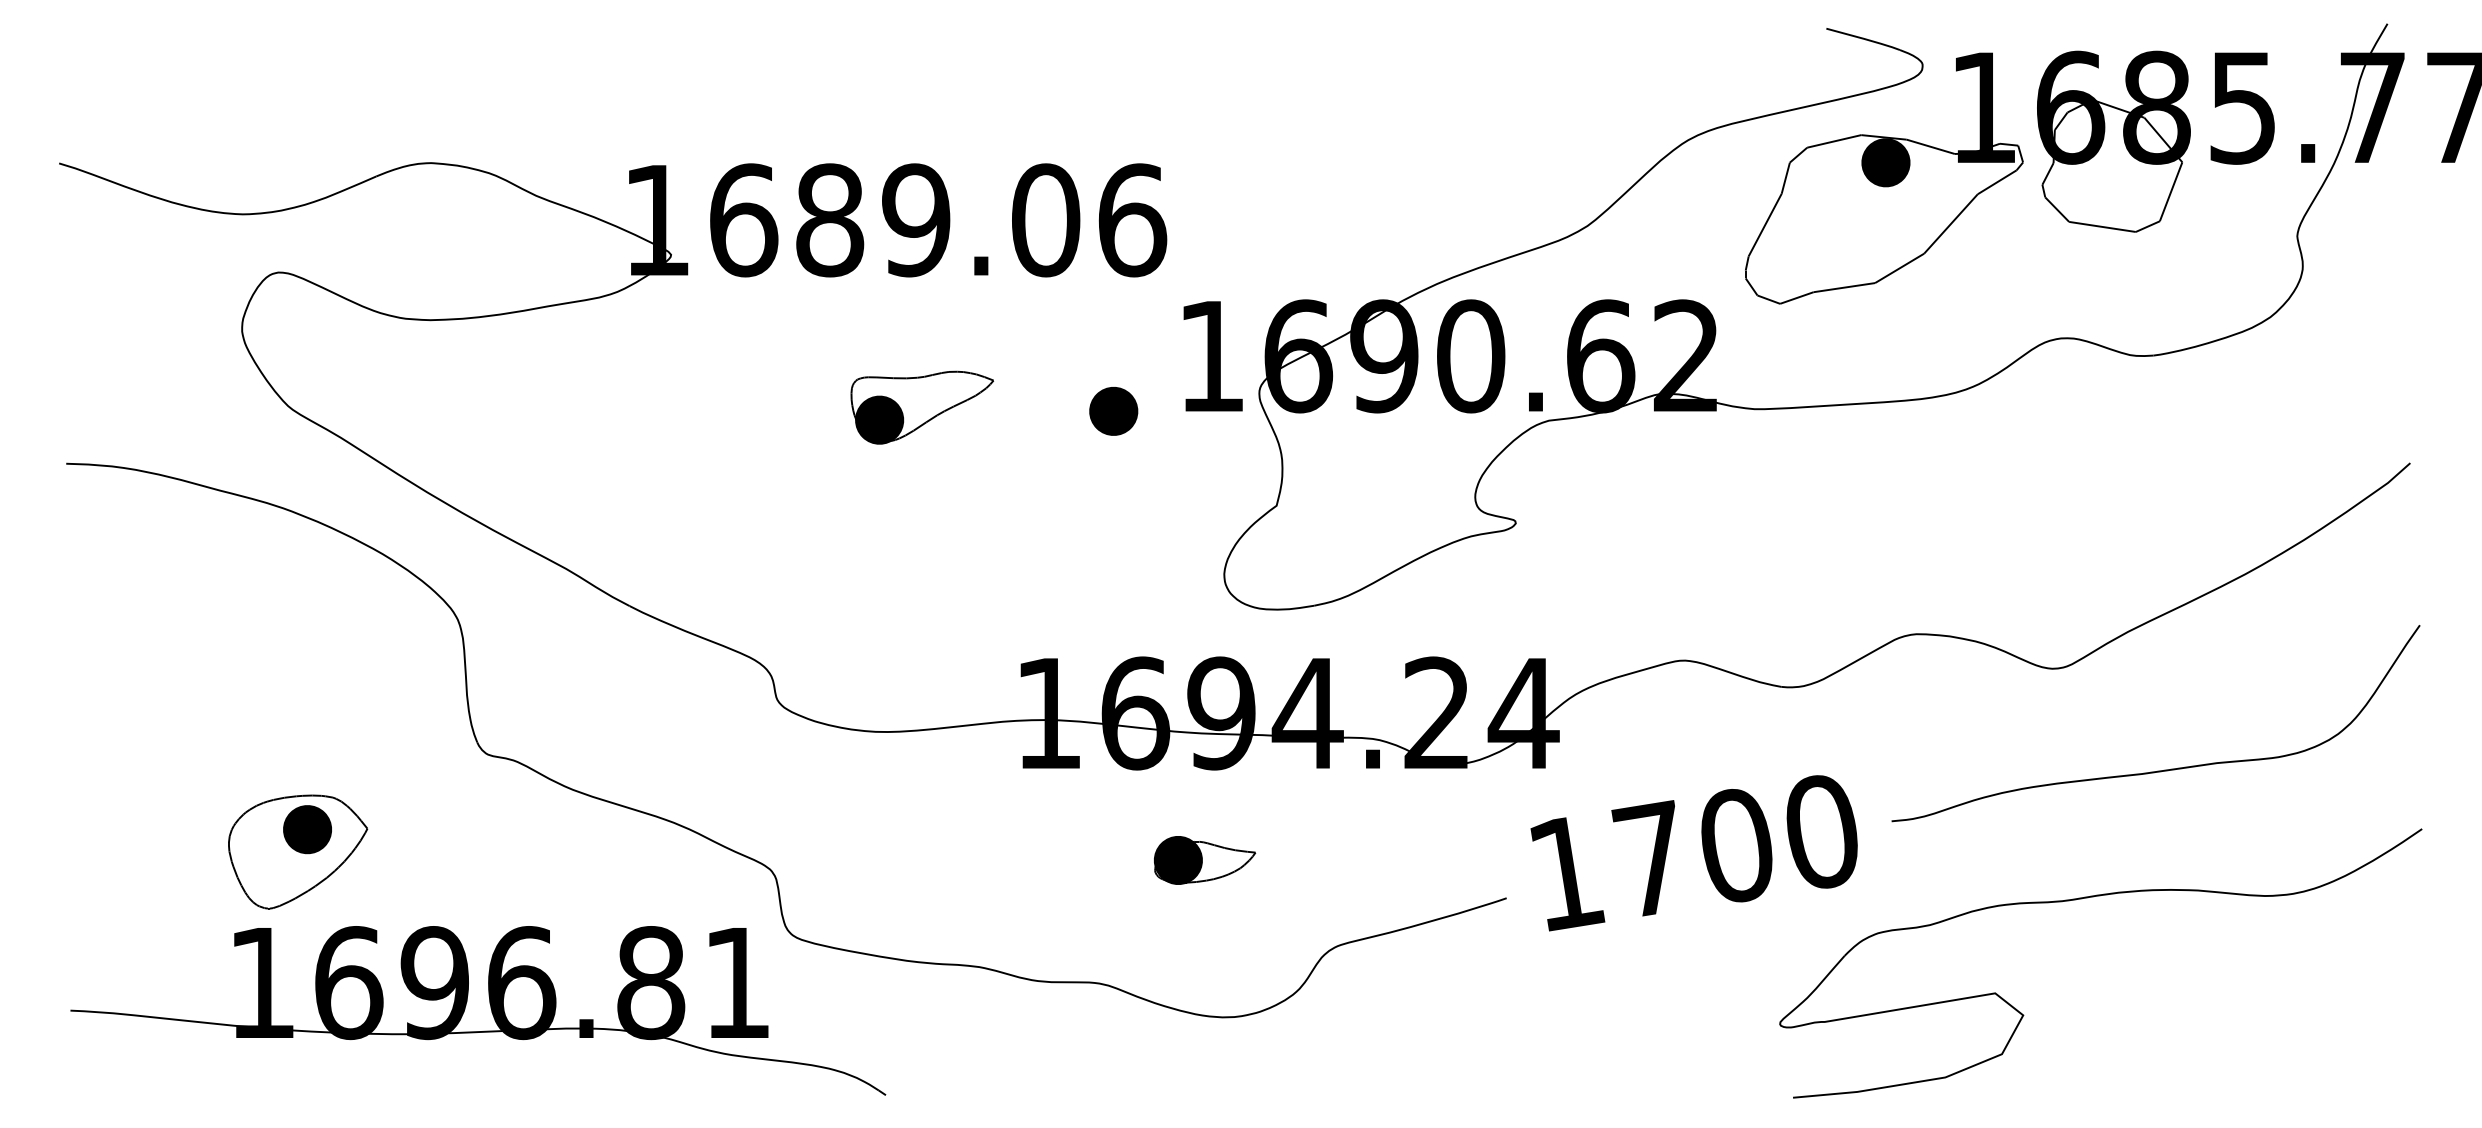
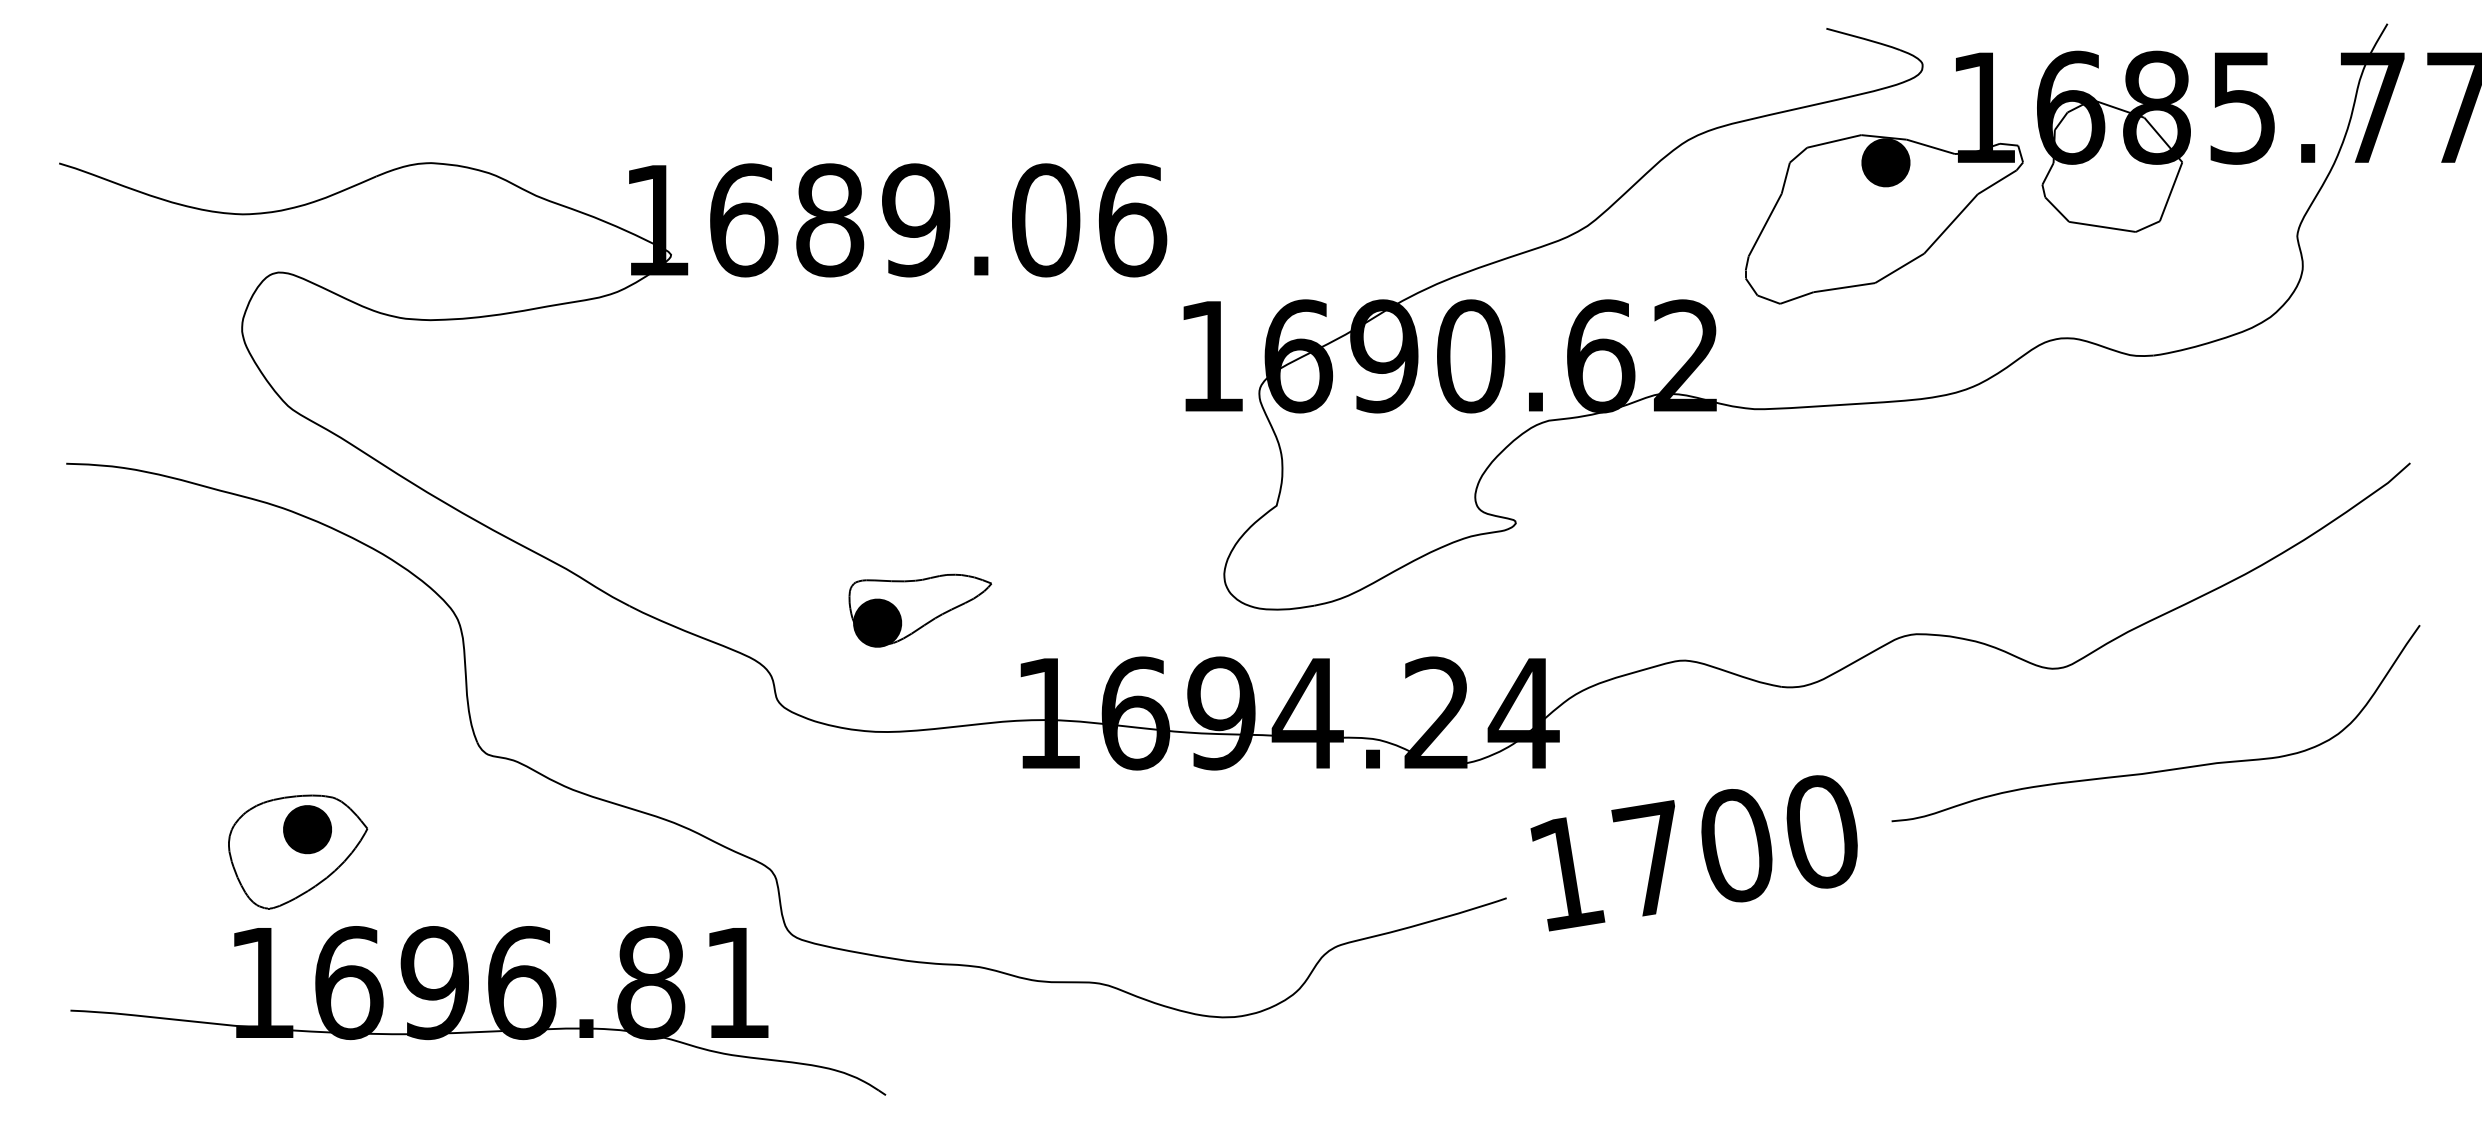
part at (922, 407) position: (922, 407) -> (920, 610)
part at (1113, 411): present -> none
part at (1205, 860): present -> none
part at (2087, 898): present -> none
